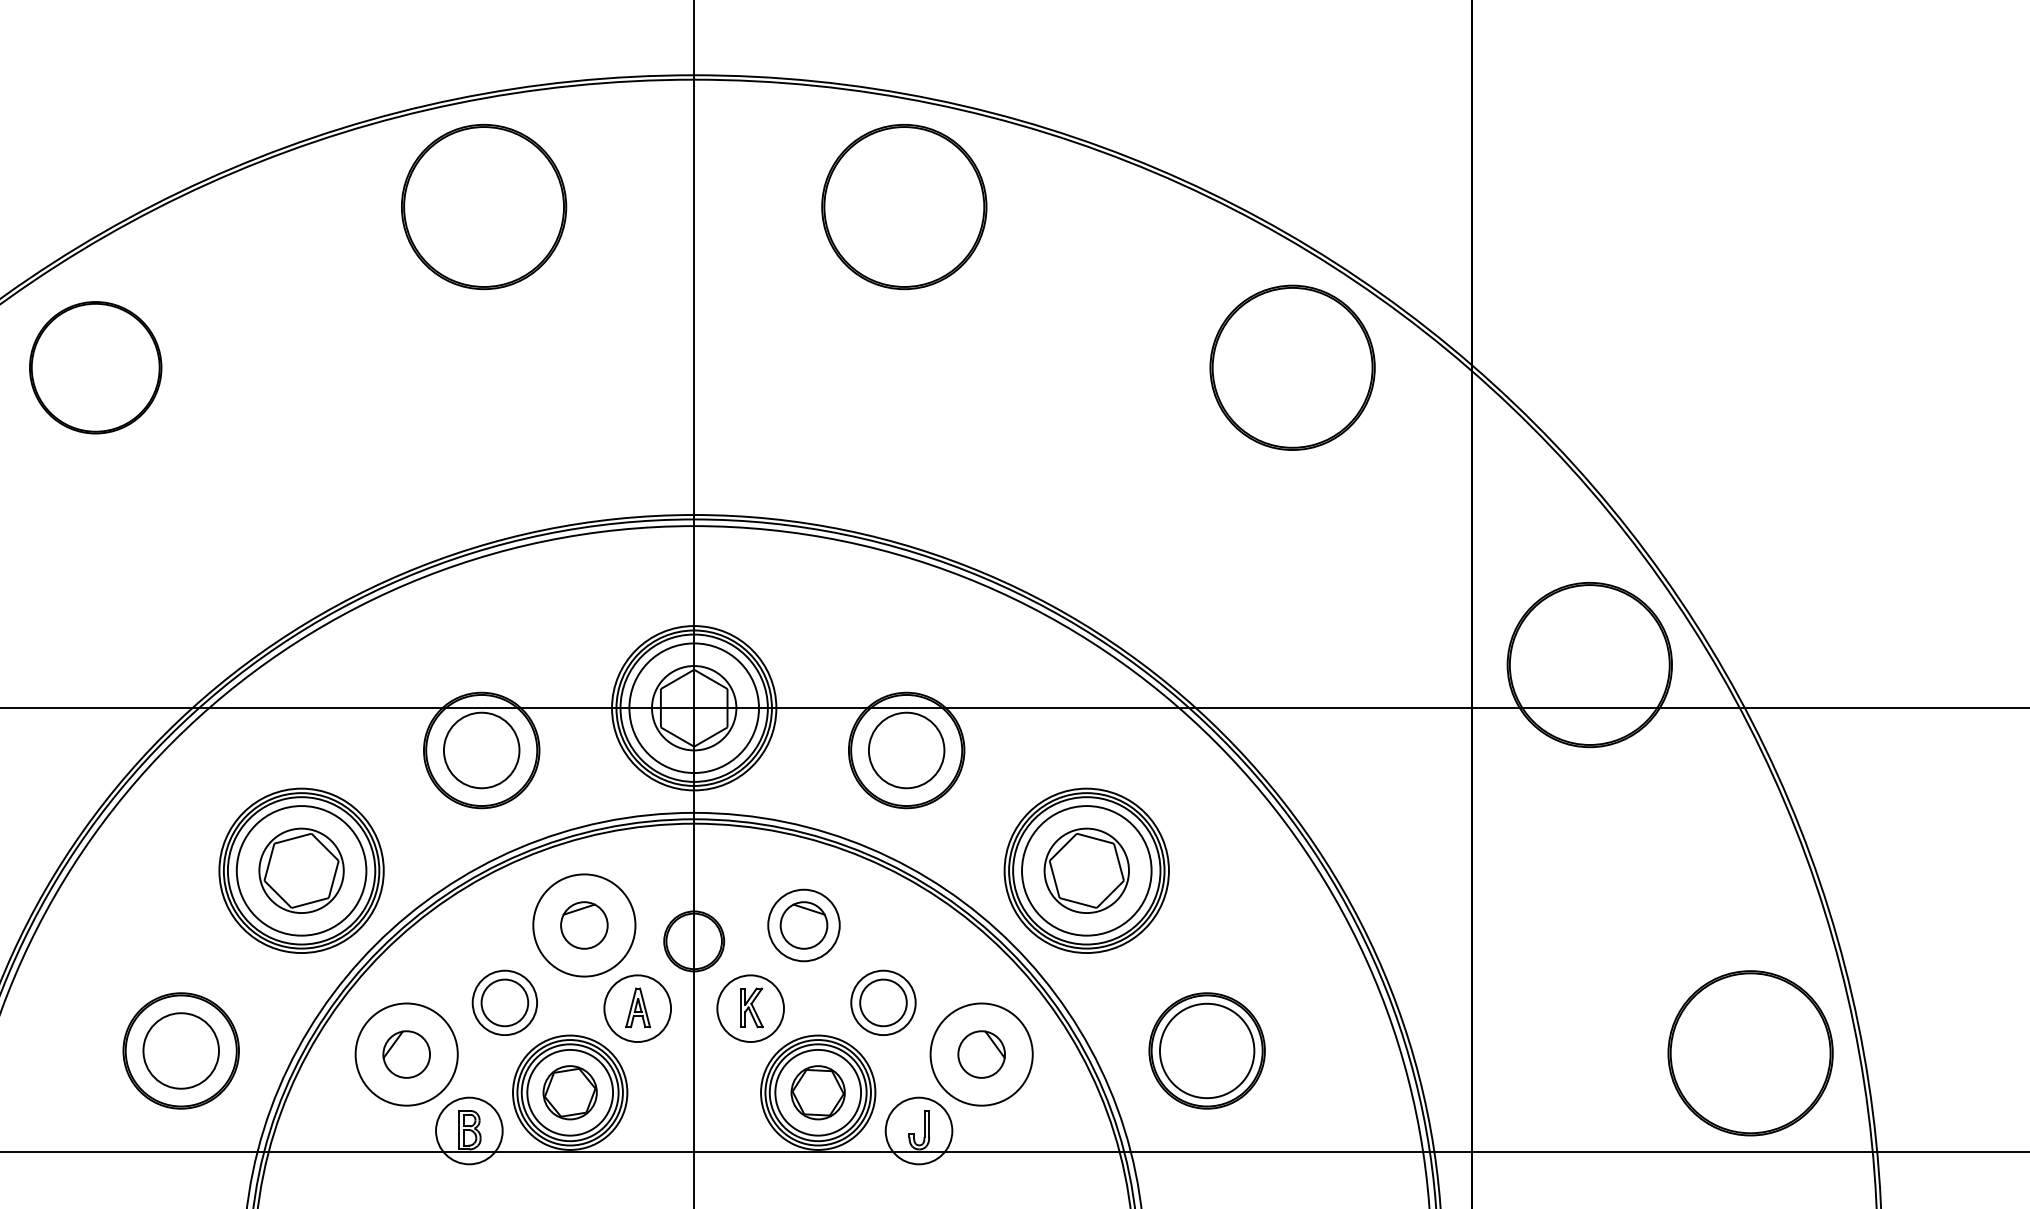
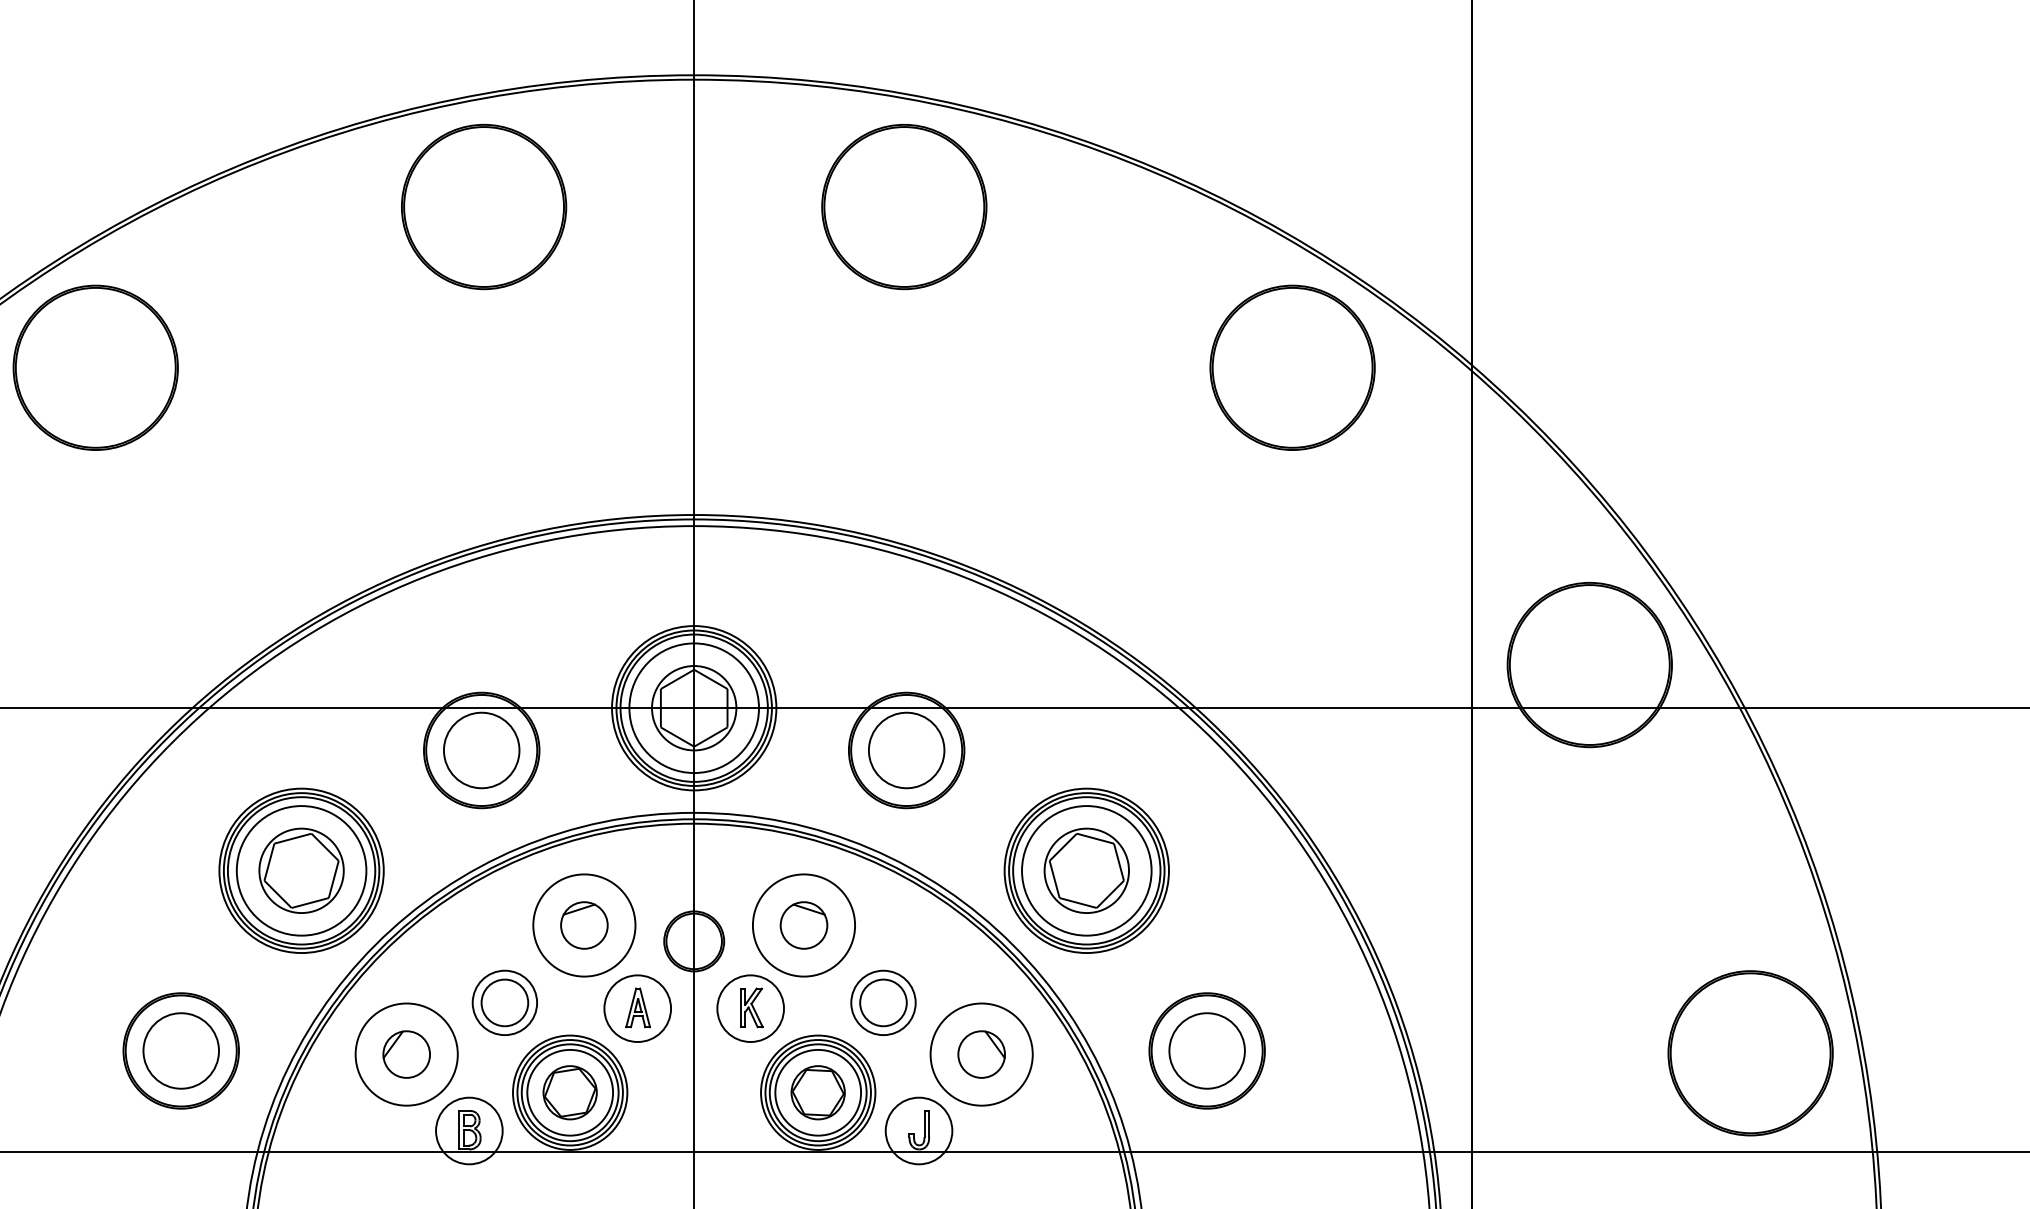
part at (95, 367) size: 134x134 px -> 167x167 px
circle at (803, 925) diameter: 72 px -> 102 px
circle at (1206, 1050) diameter: 94 px -> 76 px
